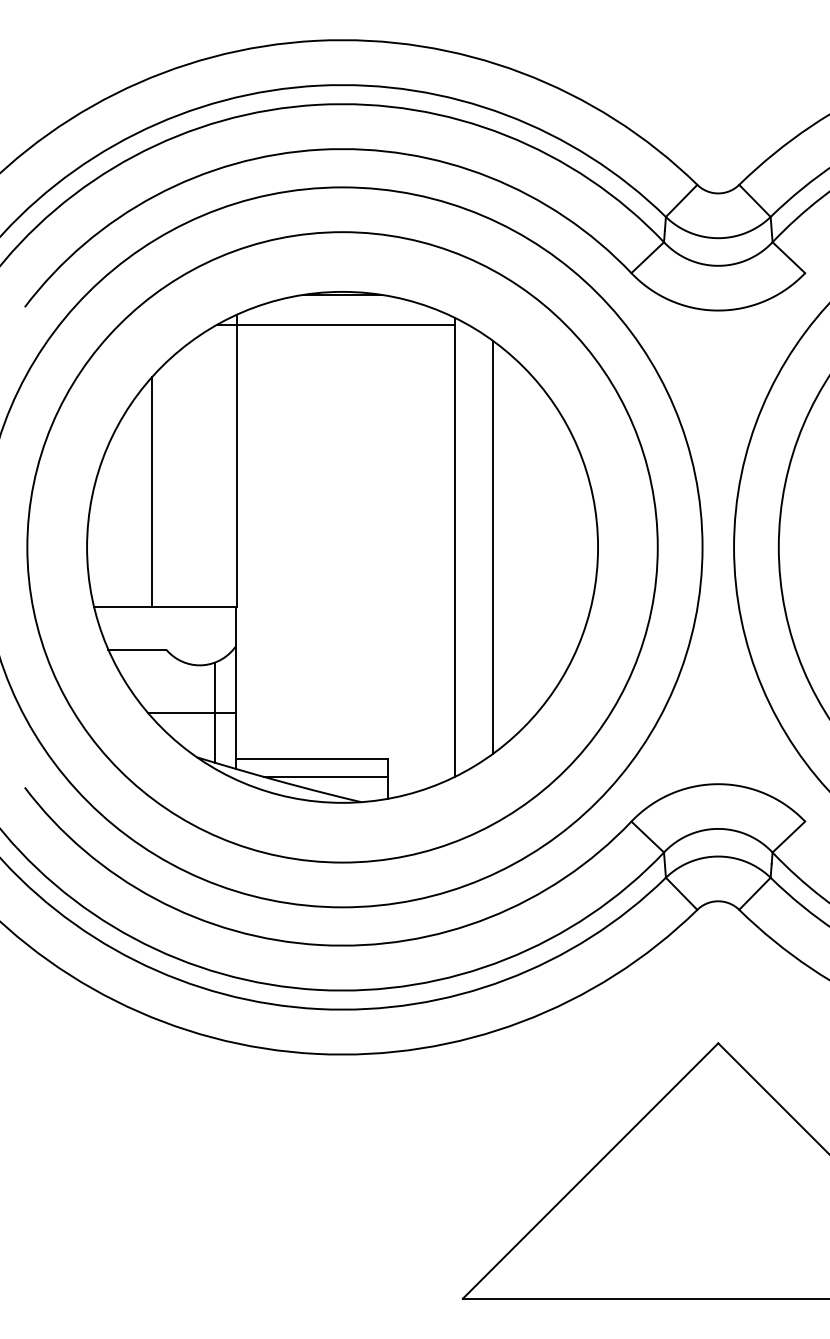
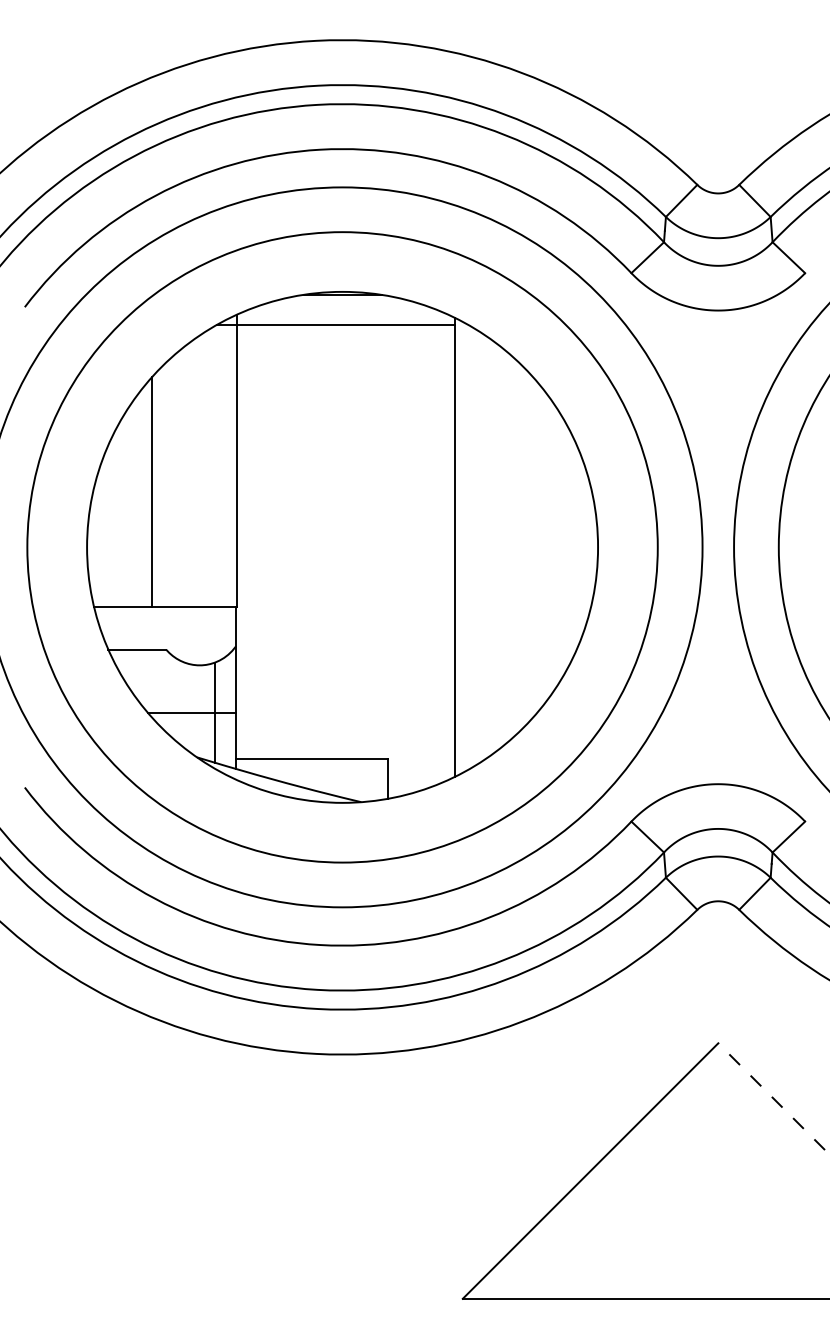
line at (492, 546): present -> none
line at (325, 776): present -> none
line at (774, 1099): solid -> dashed
